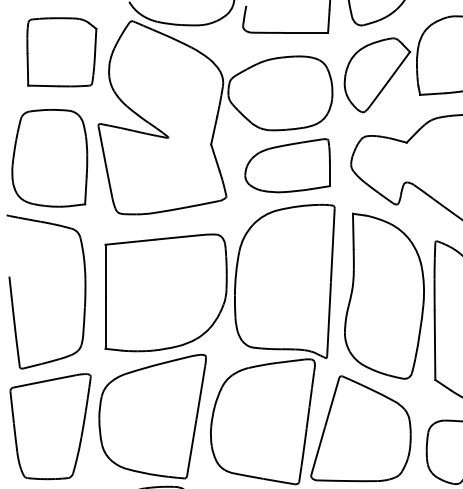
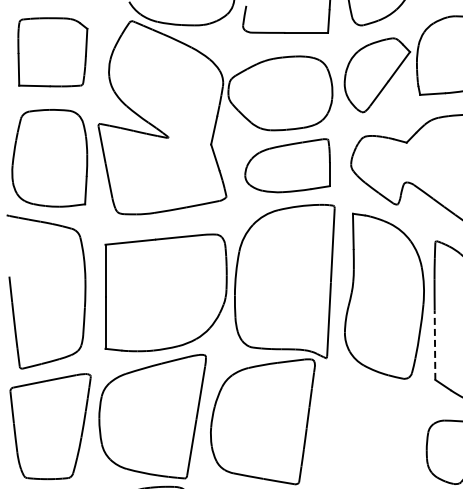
part at (61, 52) position: (61, 52) -> (52, 52)
line at (435, 345): solid -> dashed
part at (360, 428): present -> none
